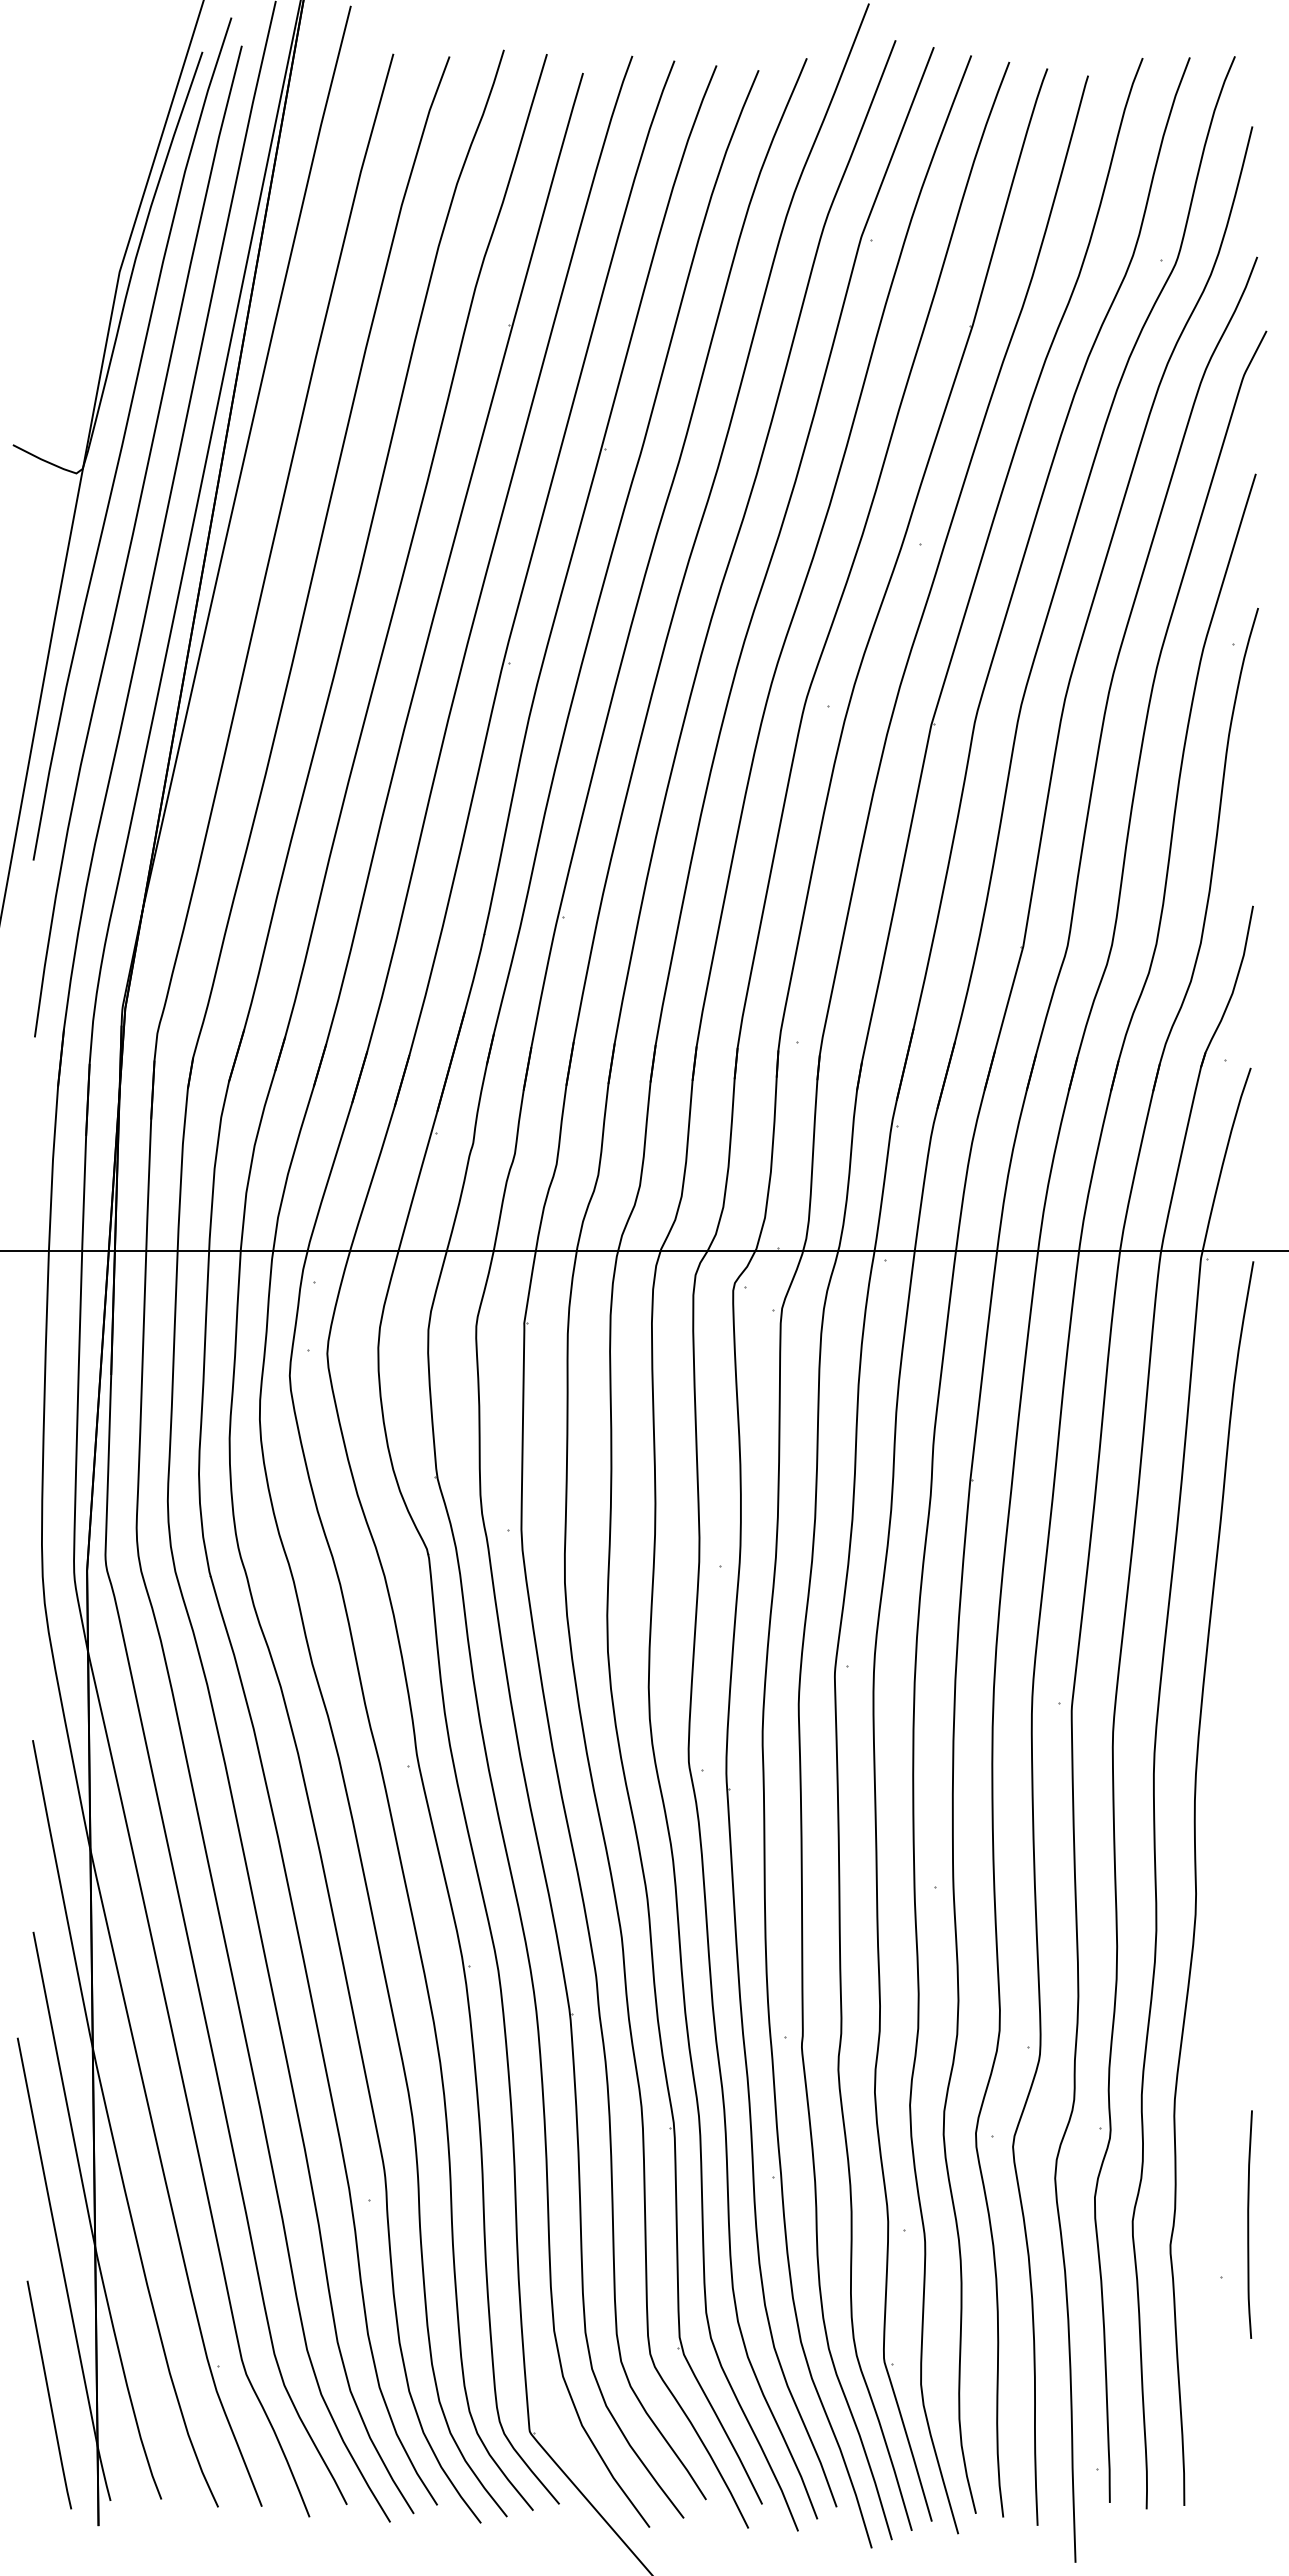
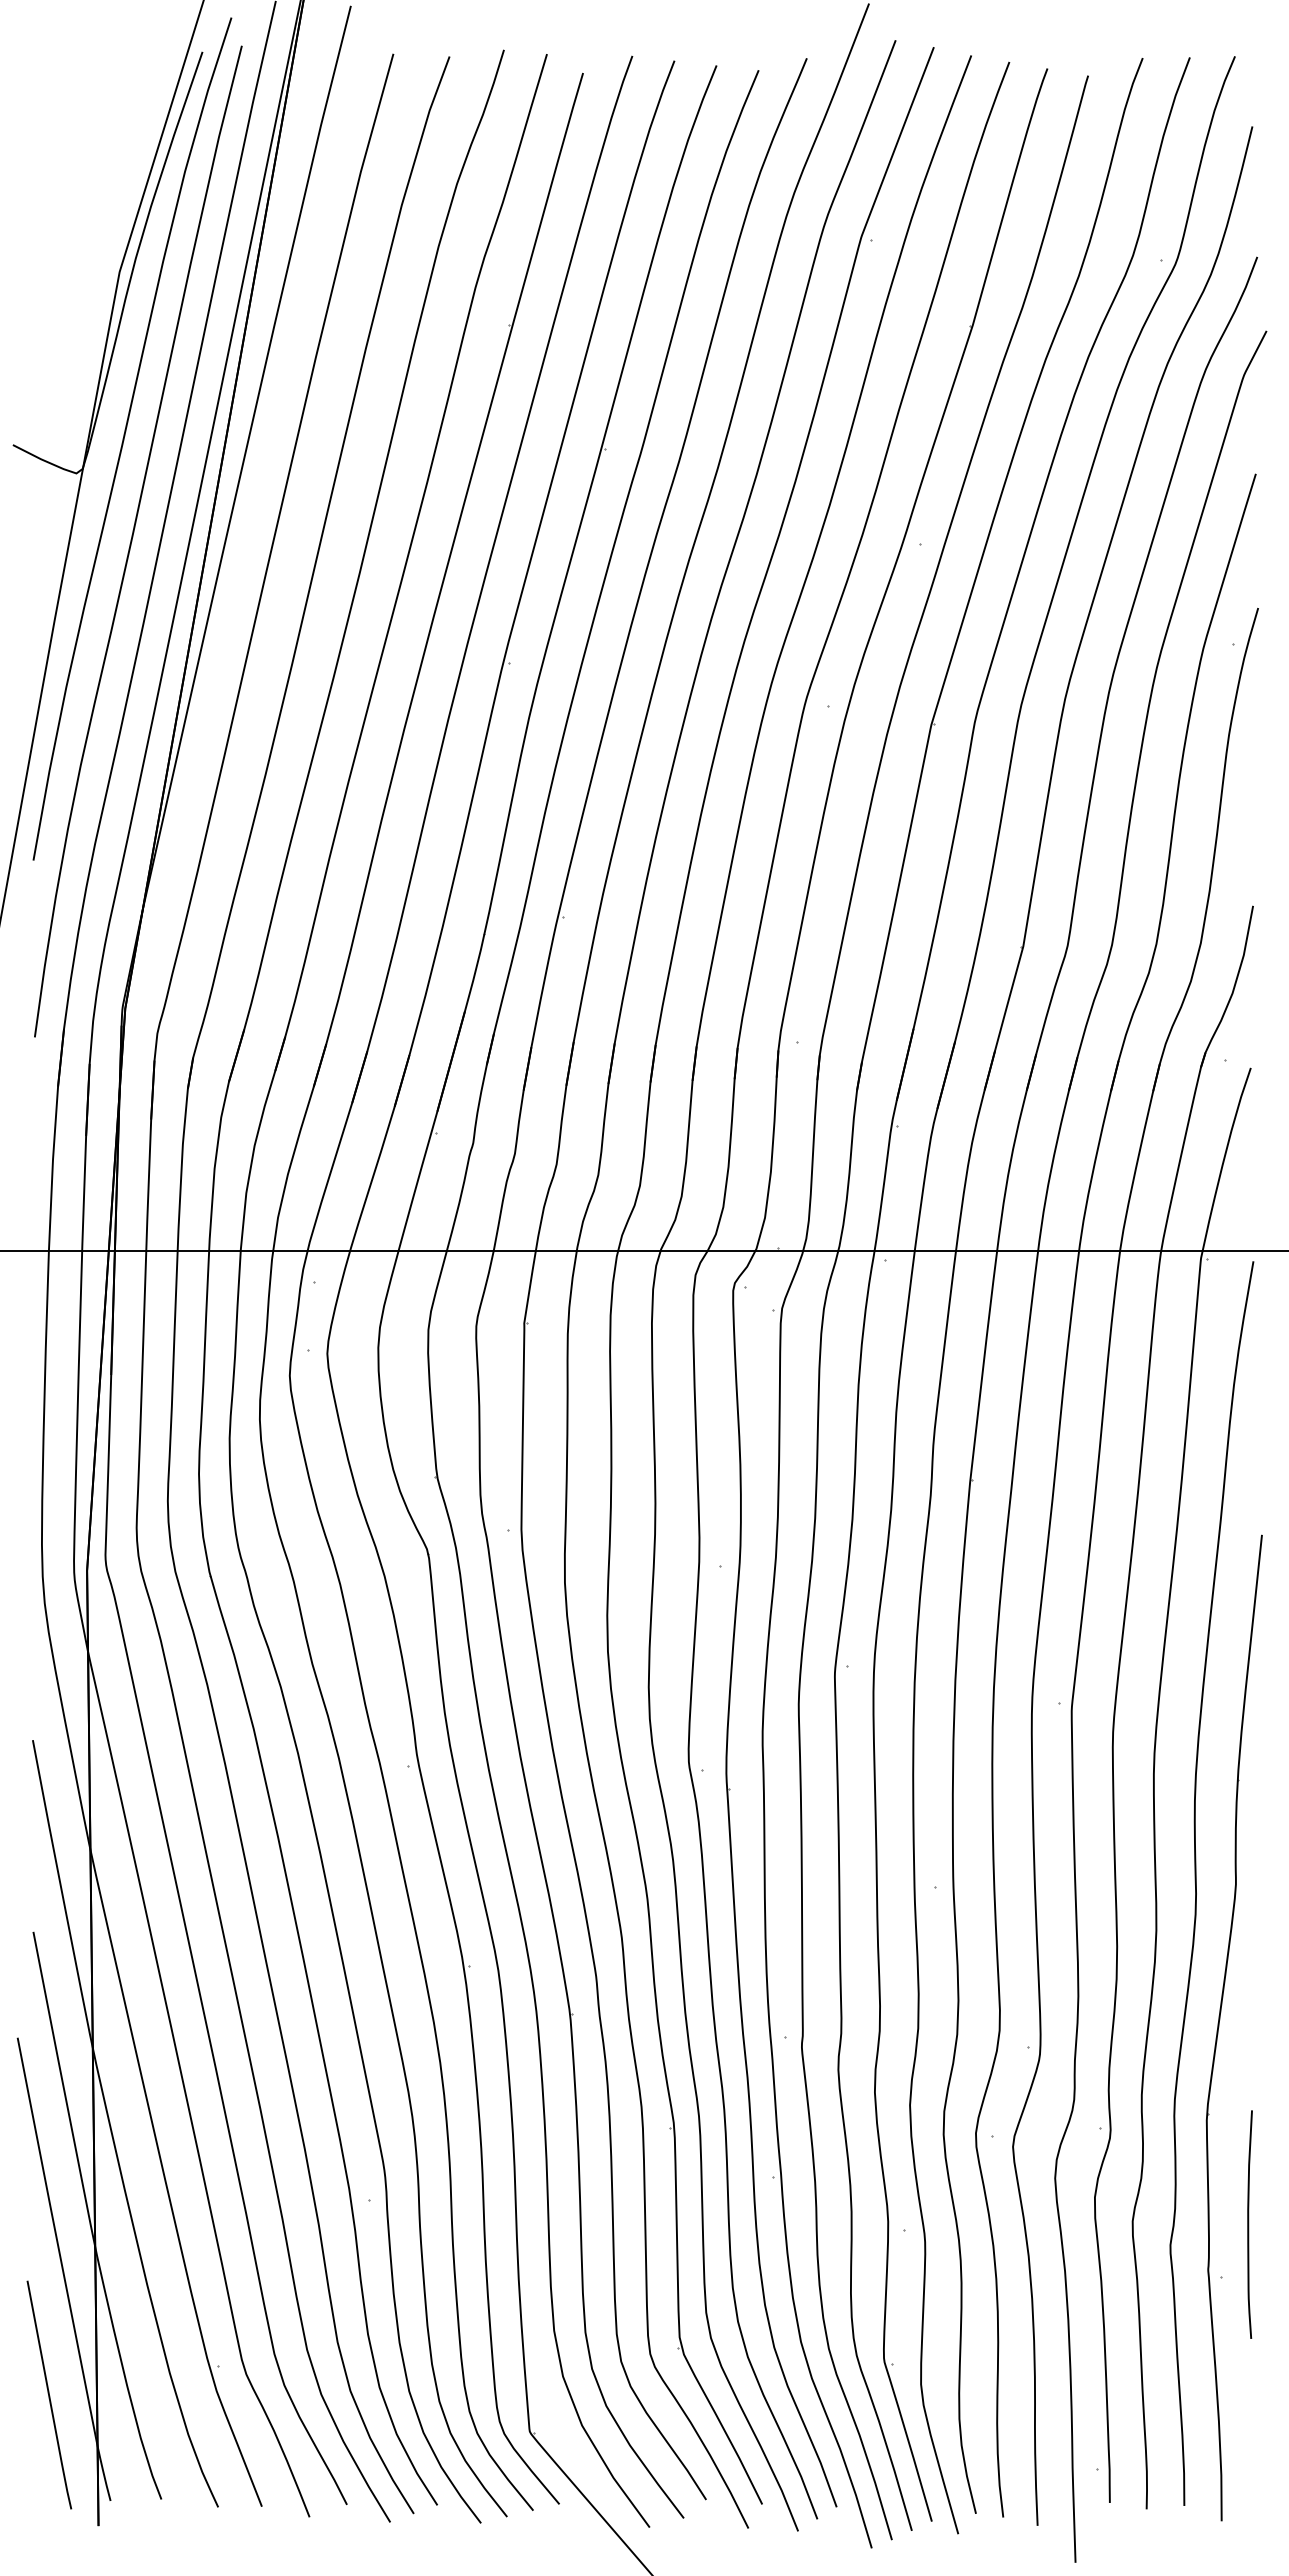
part at (1219, 2027): none -> present
